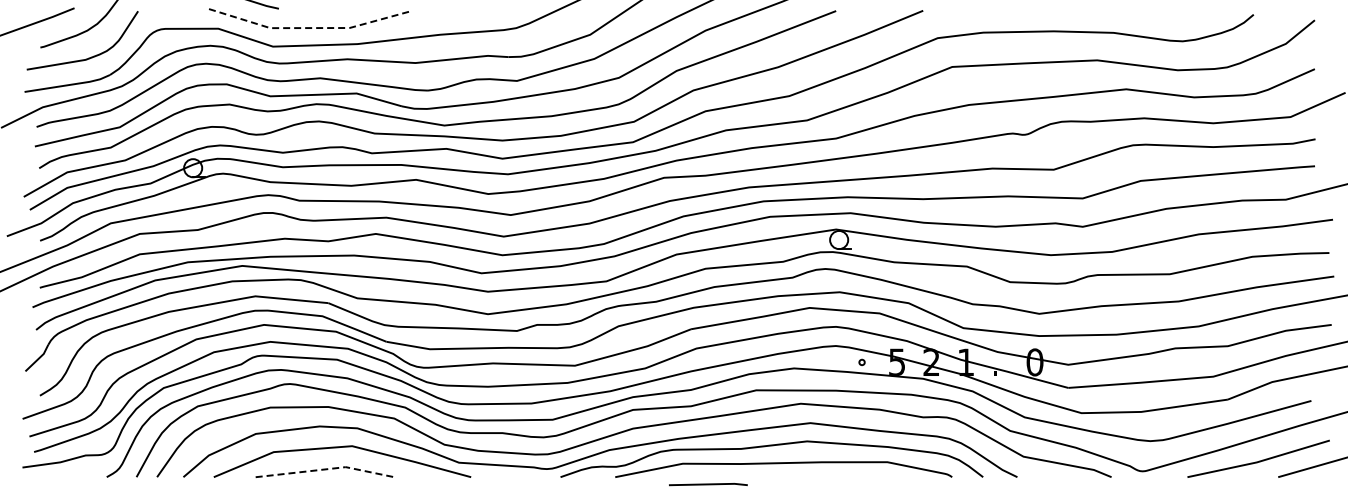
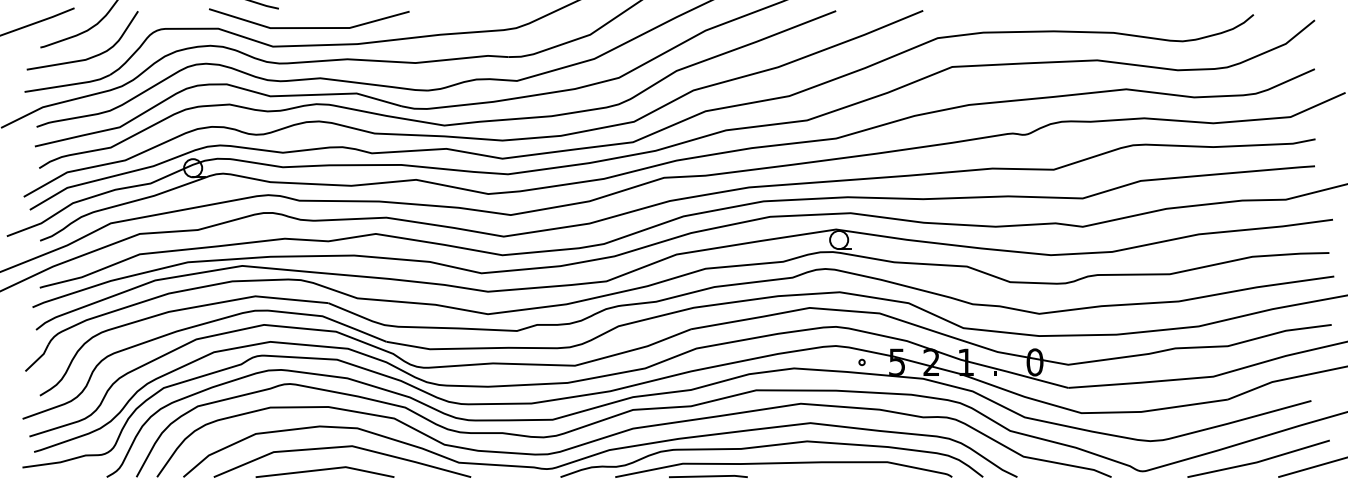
line at (309, 28): dashed -> solid
line at (325, 469): dashed -> solid
line at (708, 484) position: (708, 484) -> (708, 476)
